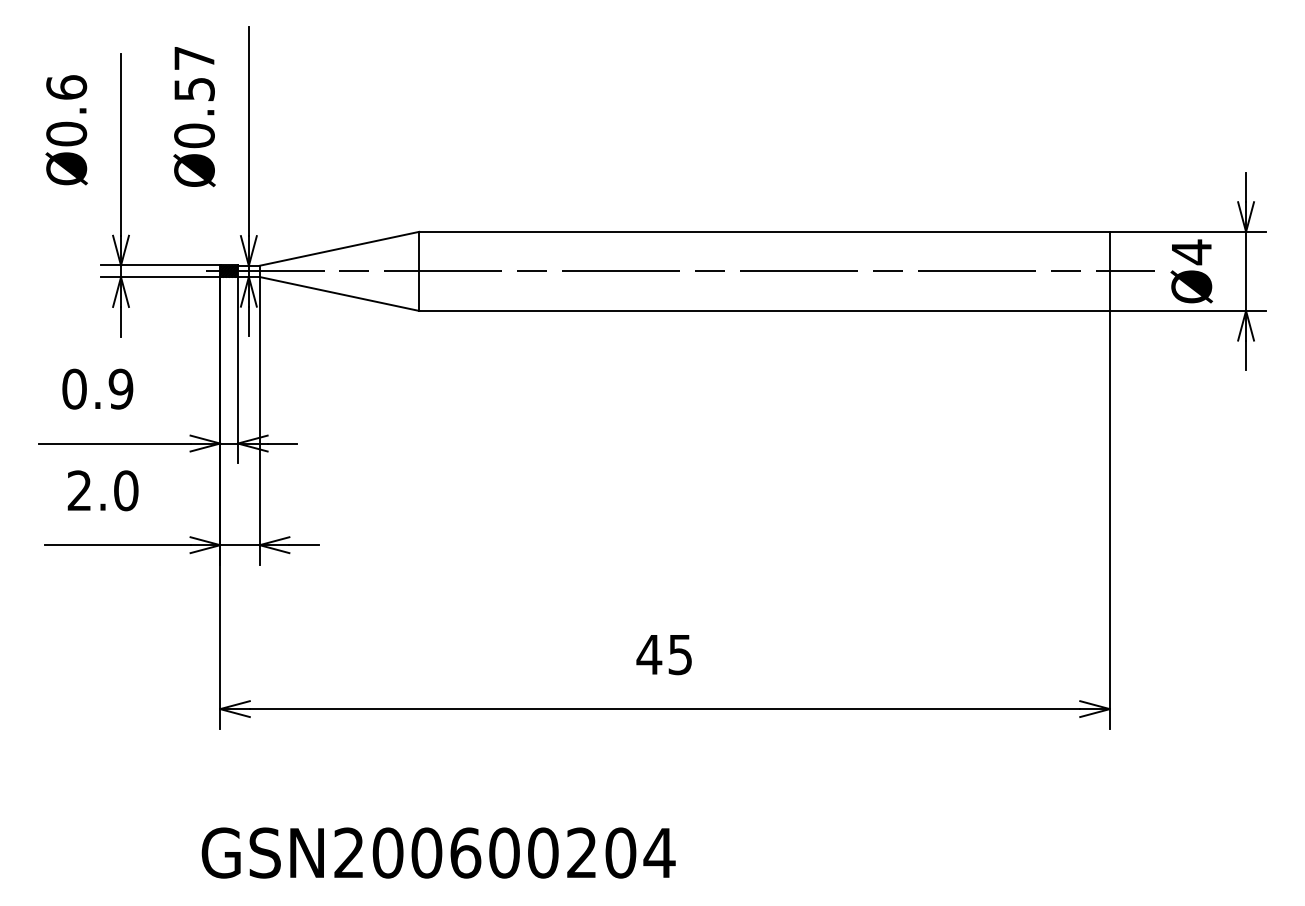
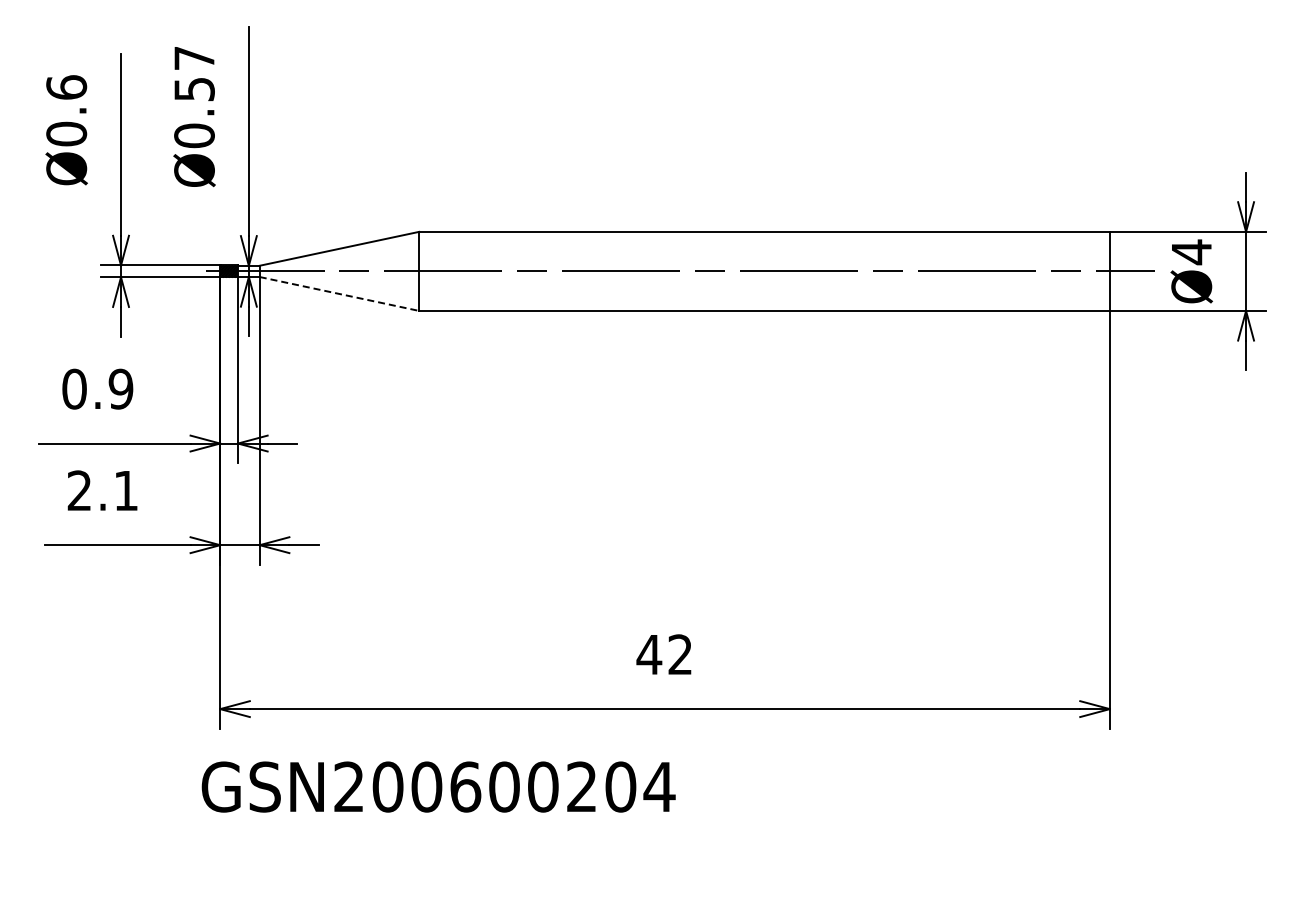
line at (339, 293): solid -> dashed
text at (126, 490): 2.0 -> 2.1
text at (679, 654): 45 -> 42
text at (438, 852) position: (438, 852) -> (438, 786)
